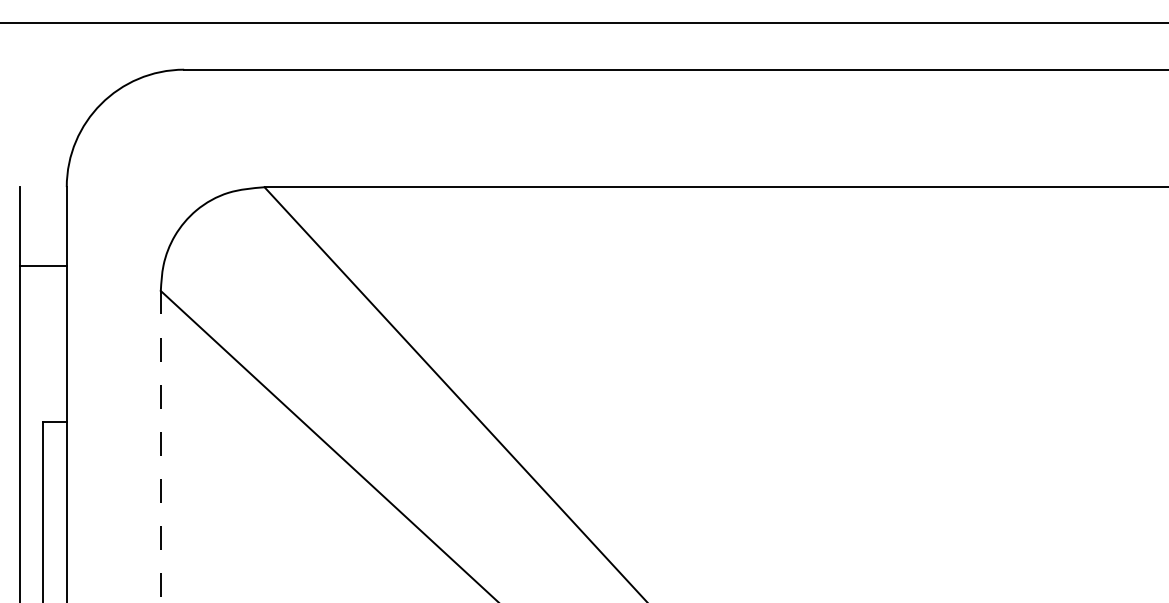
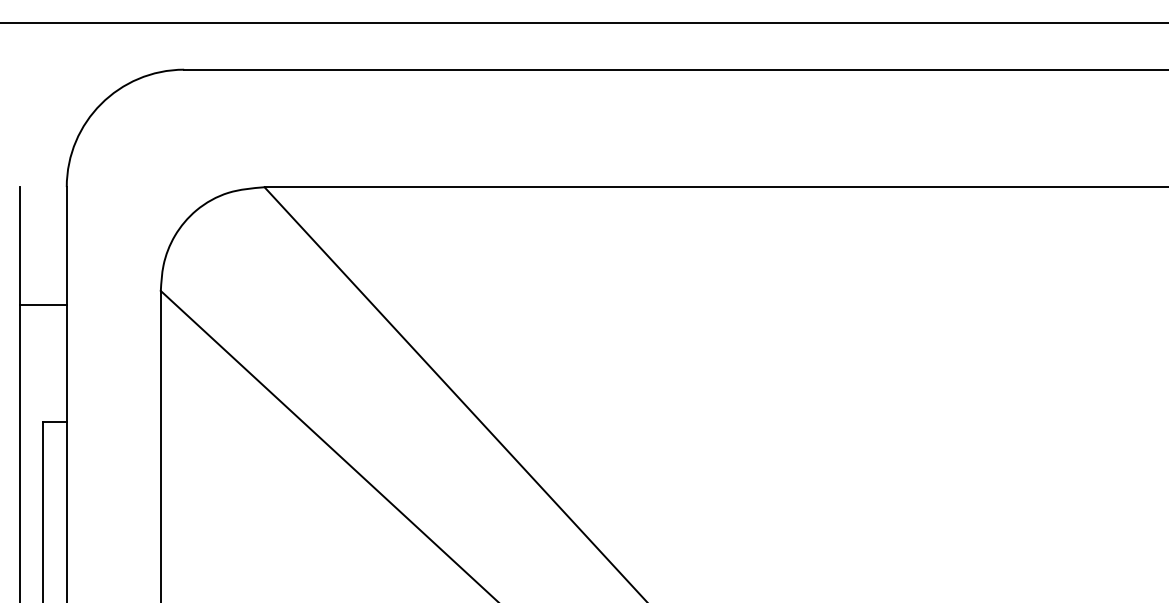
line at (42, 265) position: (42, 265) -> (42, 304)
line at (160, 446): dashed -> solid
